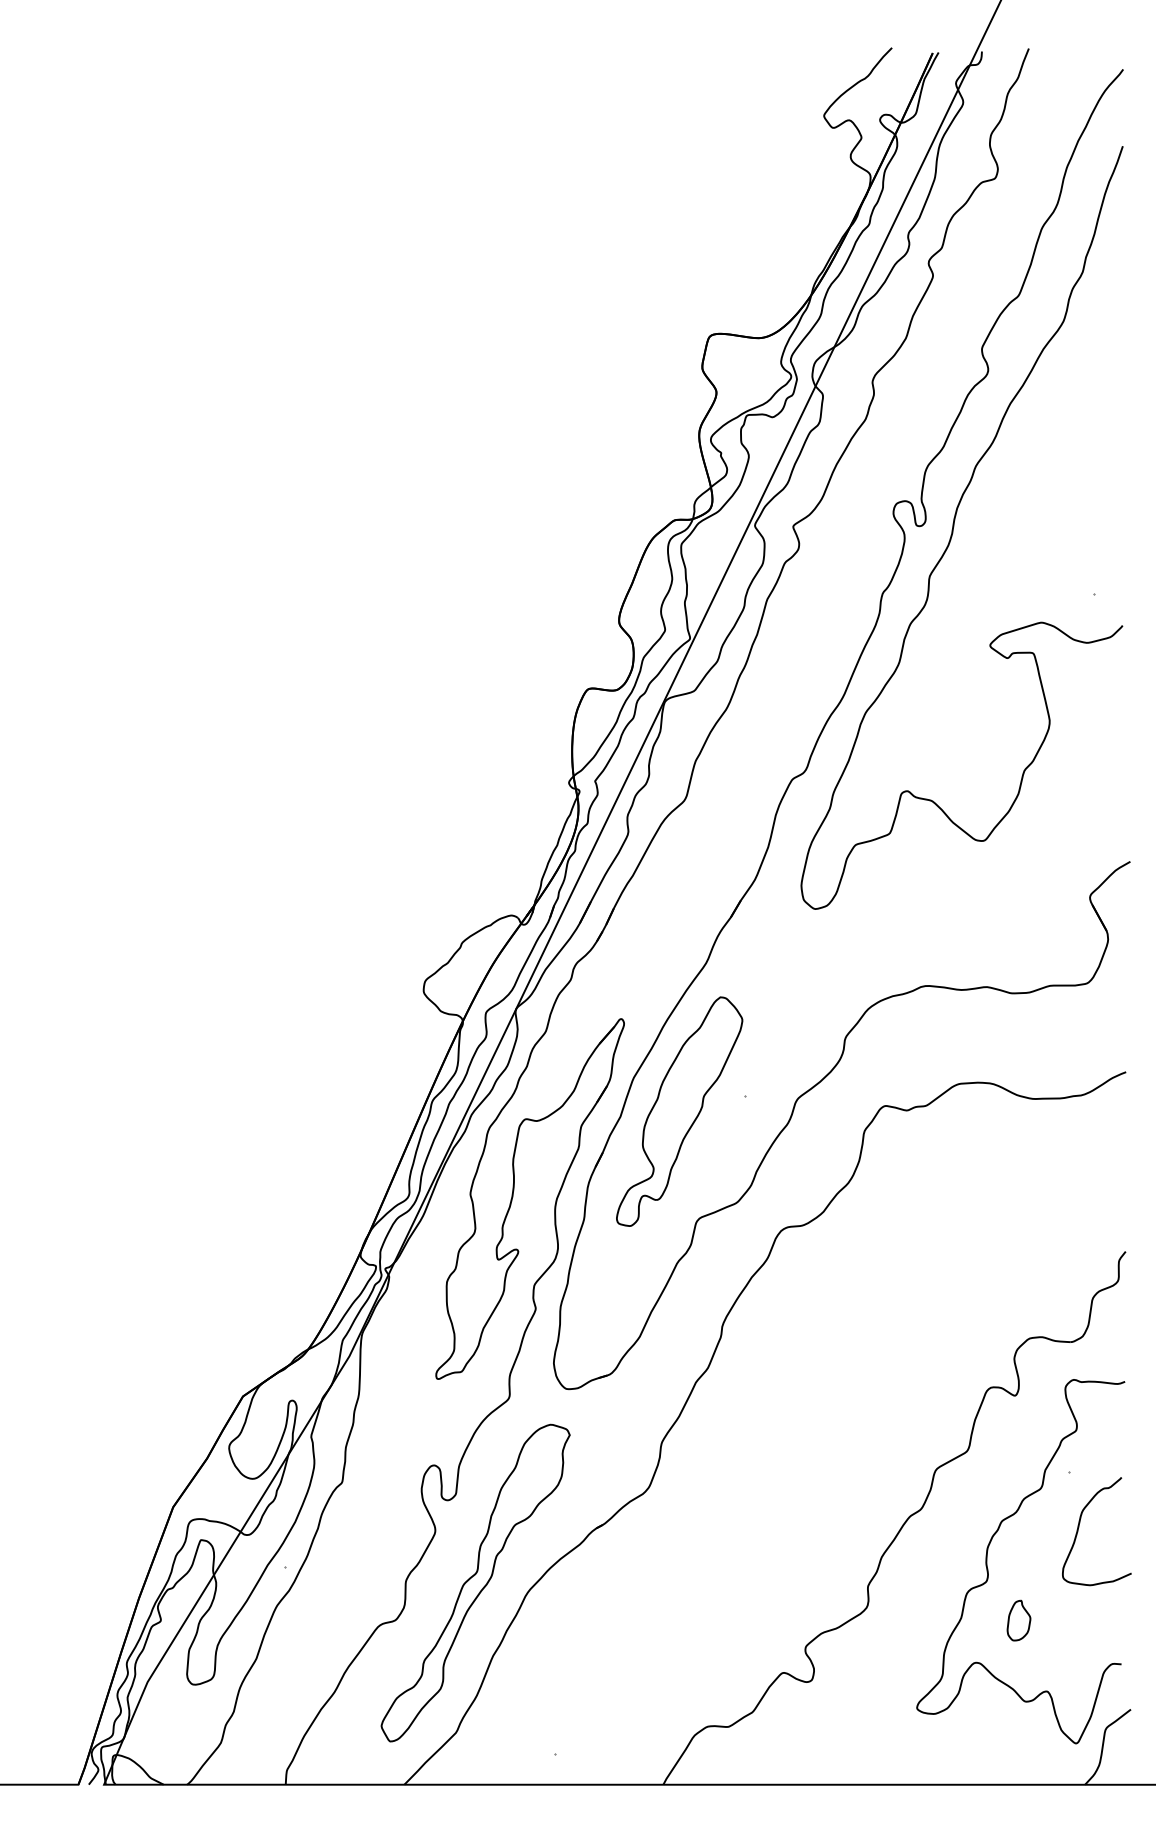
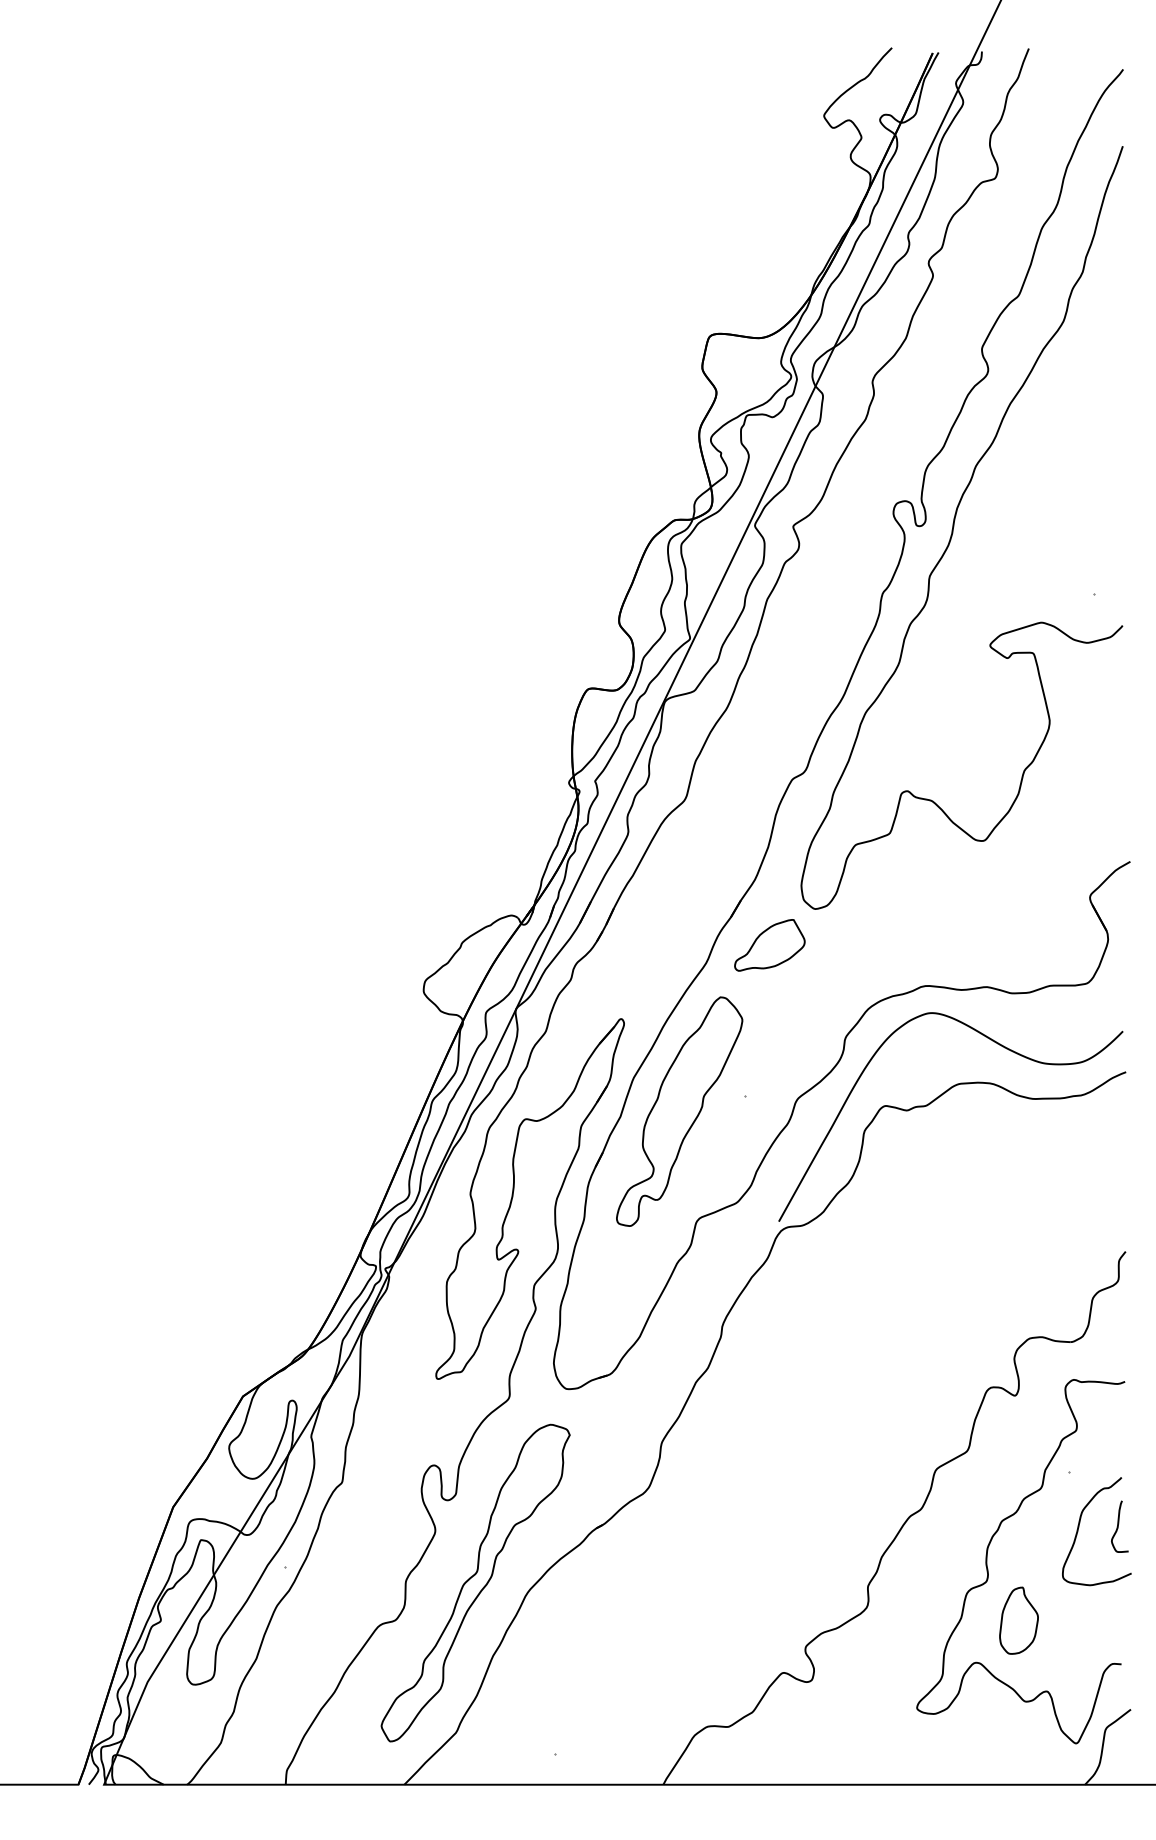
part at (769, 945): none -> present
curve at (990, 1040): none -> present
curve at (1118, 1526): none -> present
part at (1018, 1620) size: 26x43 px -> 40x69 px
